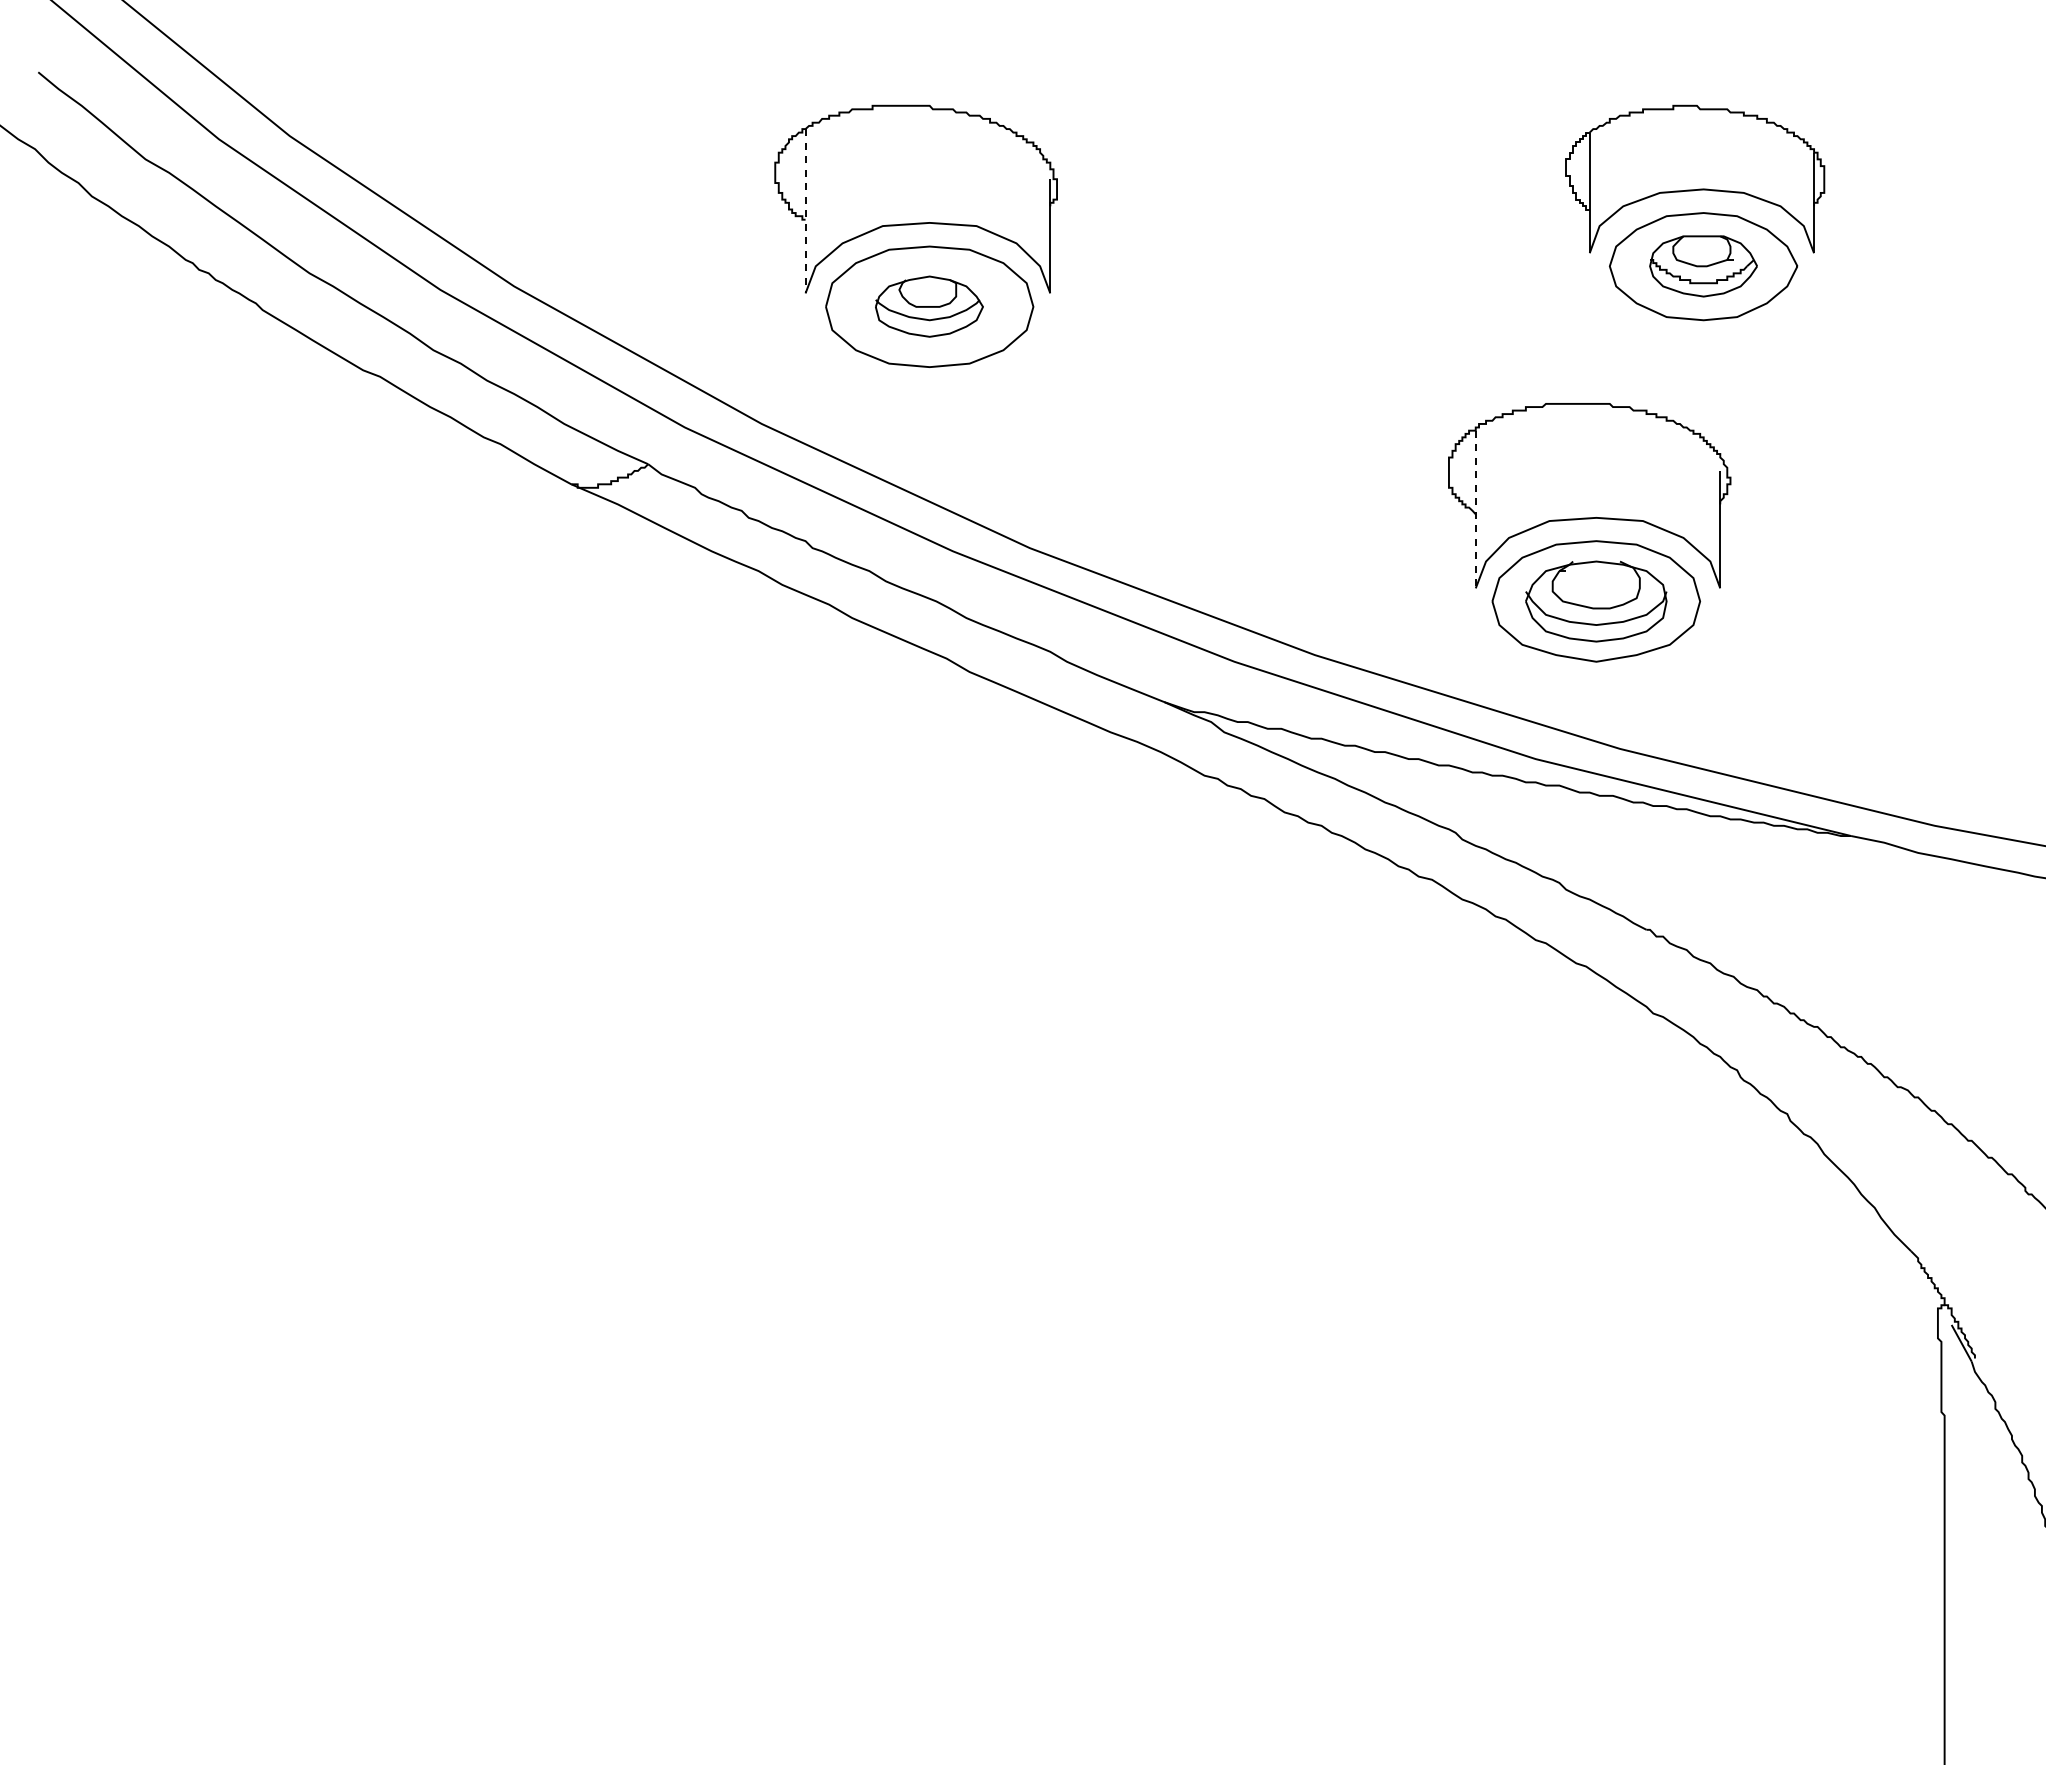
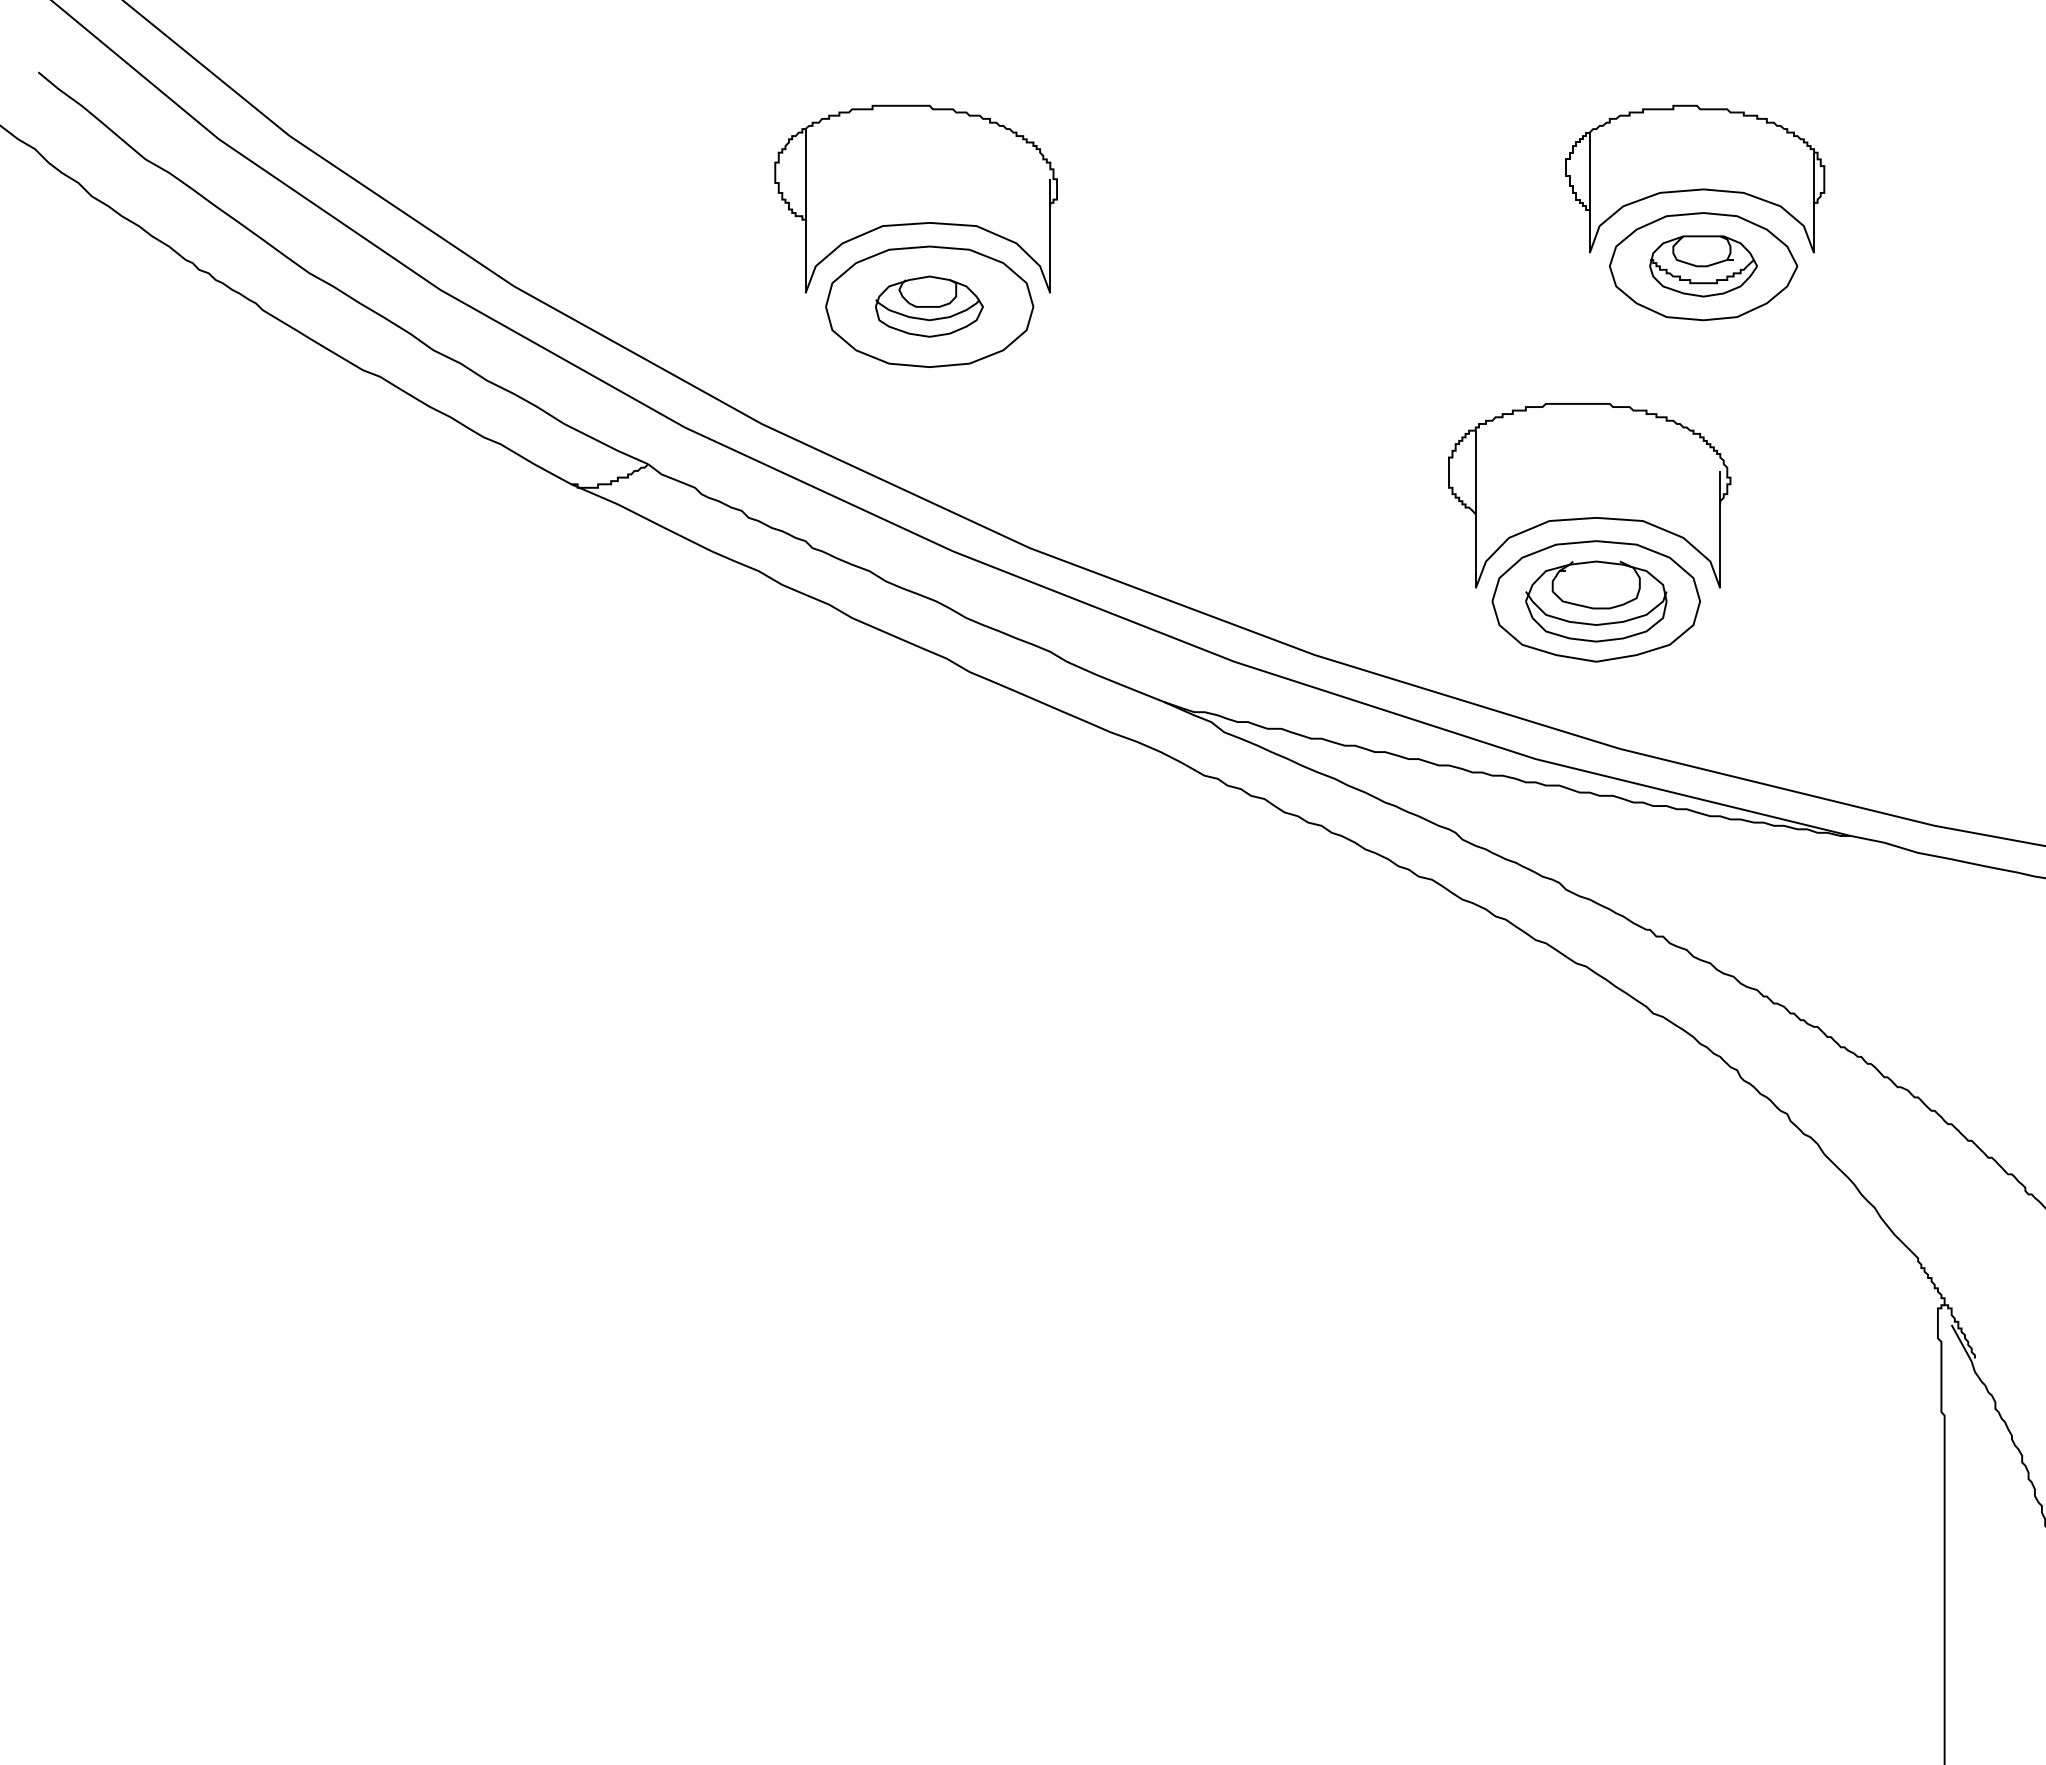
line at (805, 211): dashed -> solid
line at (1475, 509): dashed -> solid
